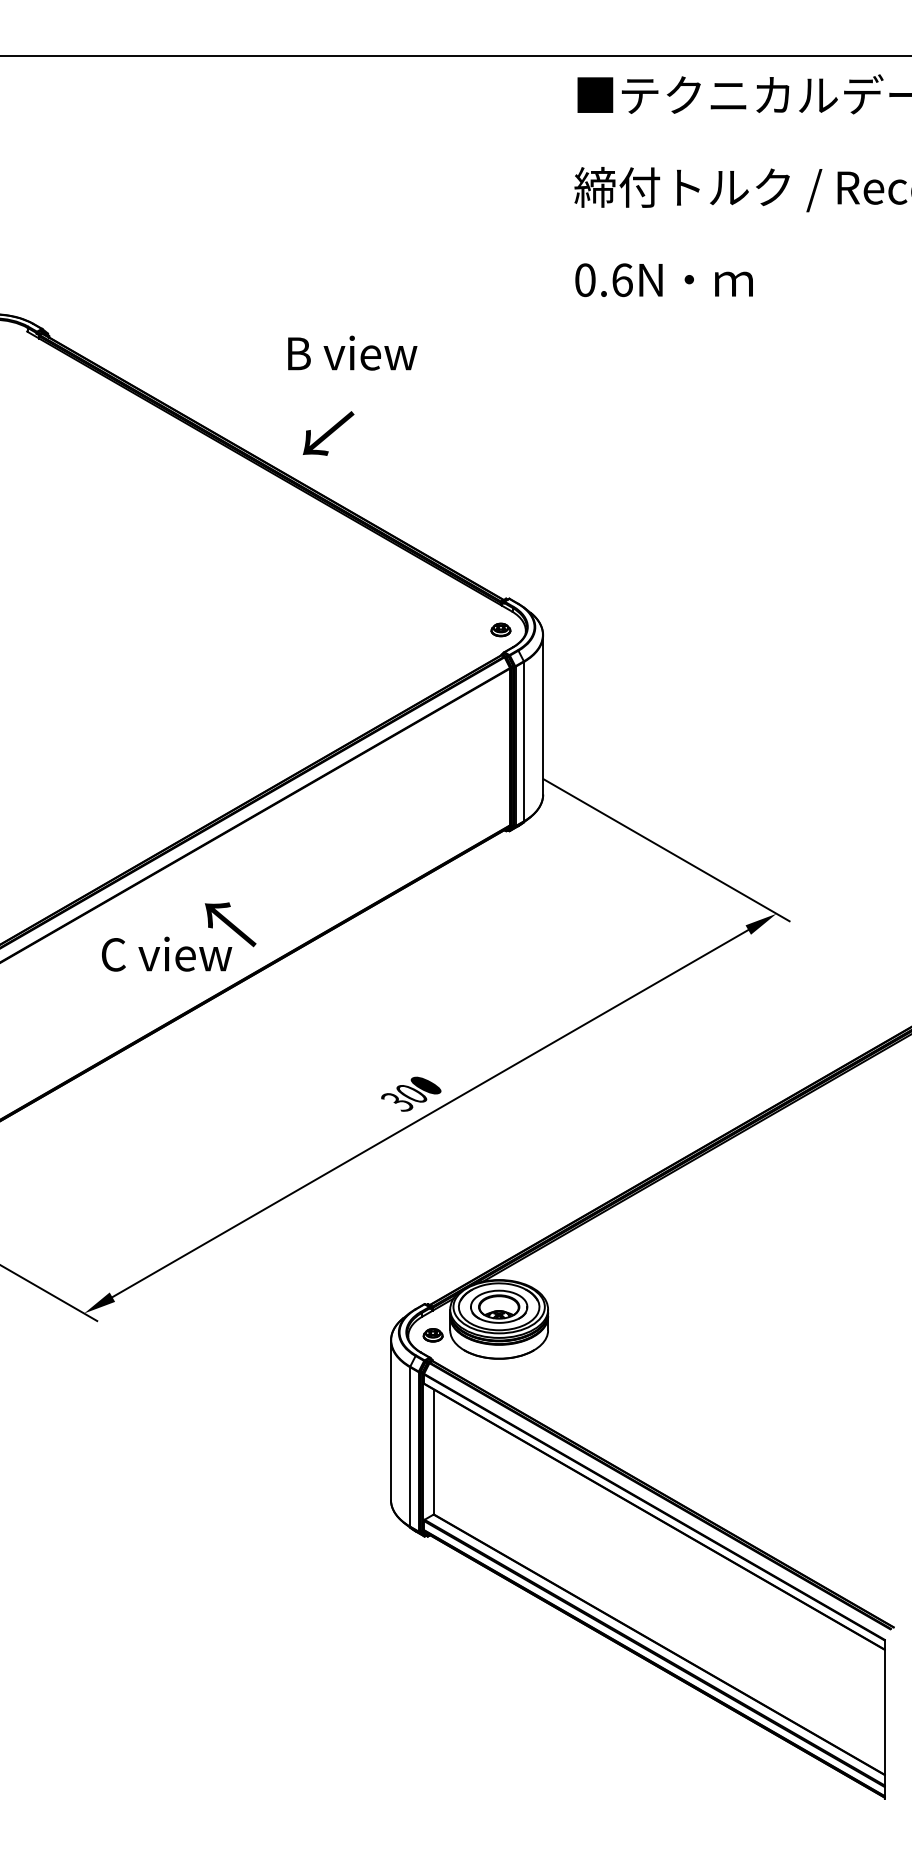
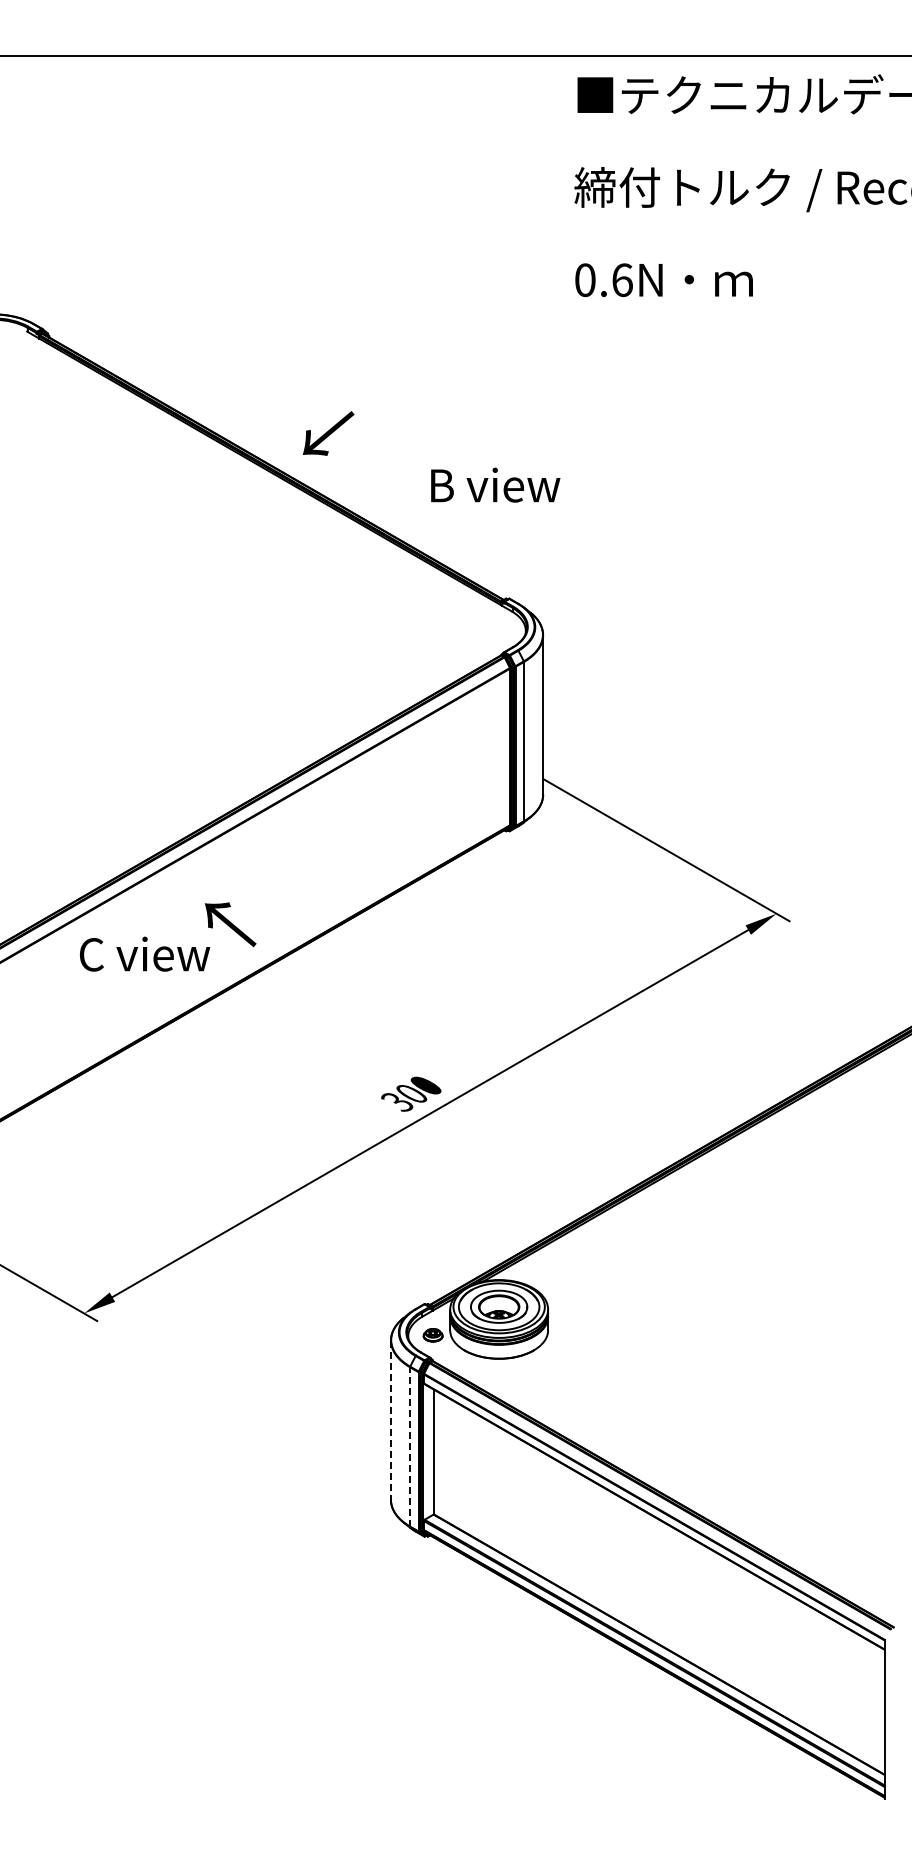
text at (352, 352) position: (352, 352) -> (495, 484)
part at (500, 629): present -> none
text at (167, 953) position: (167, 953) -> (145, 953)
line at (390, 1420): solid -> dashed
line at (410, 1446): solid -> dashed
